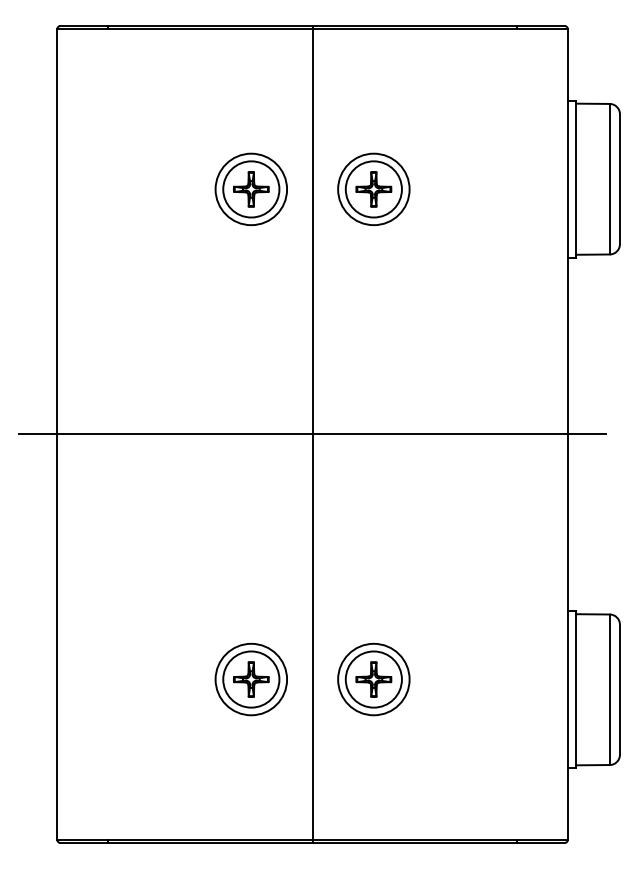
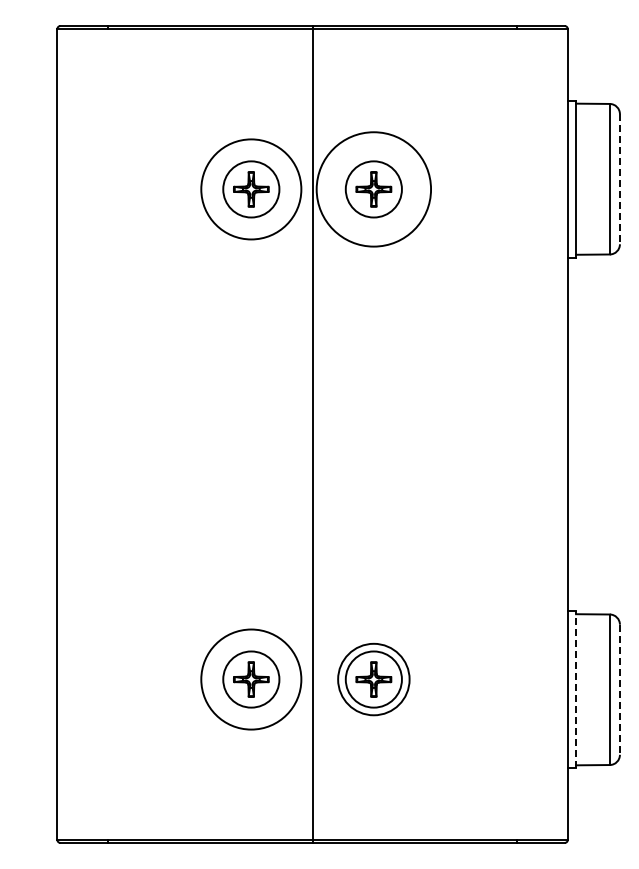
line at (619, 179): solid -> dashed
circle at (251, 189) diameter: 71 px -> 100 px
circle at (373, 189) diameter: 71 px -> 114 px
line at (312, 434): present -> none
circle at (251, 679) diameter: 71 px -> 100 px
line at (576, 689): solid -> dashed
line at (619, 690): solid -> dashed
